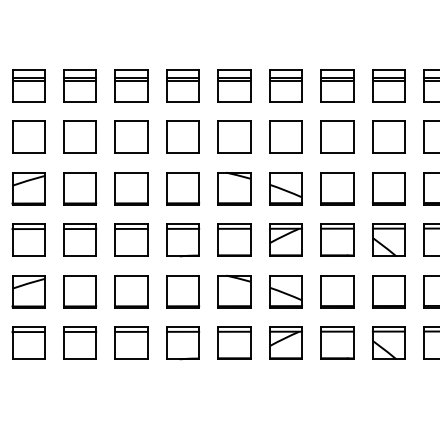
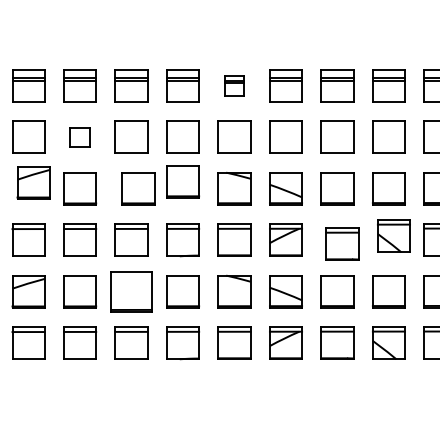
part at (234, 85) size: 35x34 px -> 21x22 px
part at (79, 136) size: 34x34 px -> 22x21 px
part at (28, 188) position: (28, 188) -> (33, 182)
part at (131, 188) position: (131, 188) -> (138, 188)
part at (182, 188) position: (182, 188) -> (182, 181)
part at (337, 239) position: (337, 239) -> (342, 243)
part at (388, 239) position: (388, 239) -> (393, 235)
part at (131, 291) size: 35x34 px -> 43x42 px
